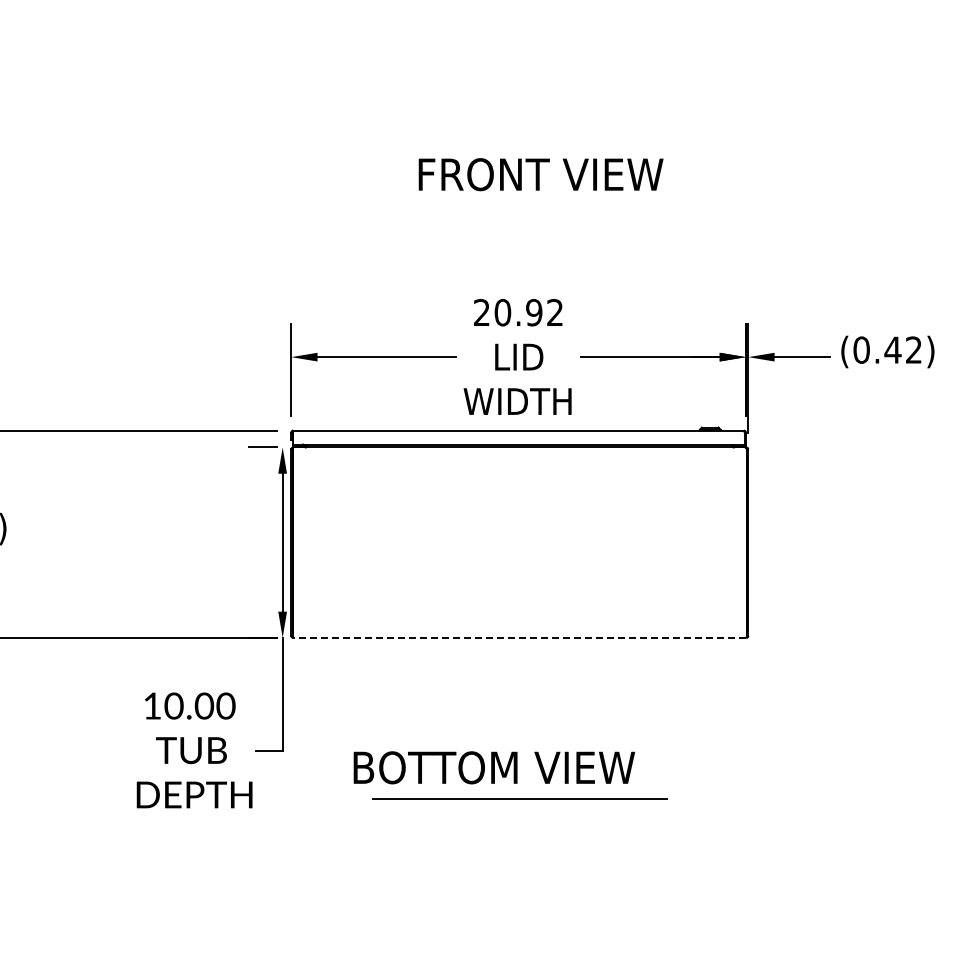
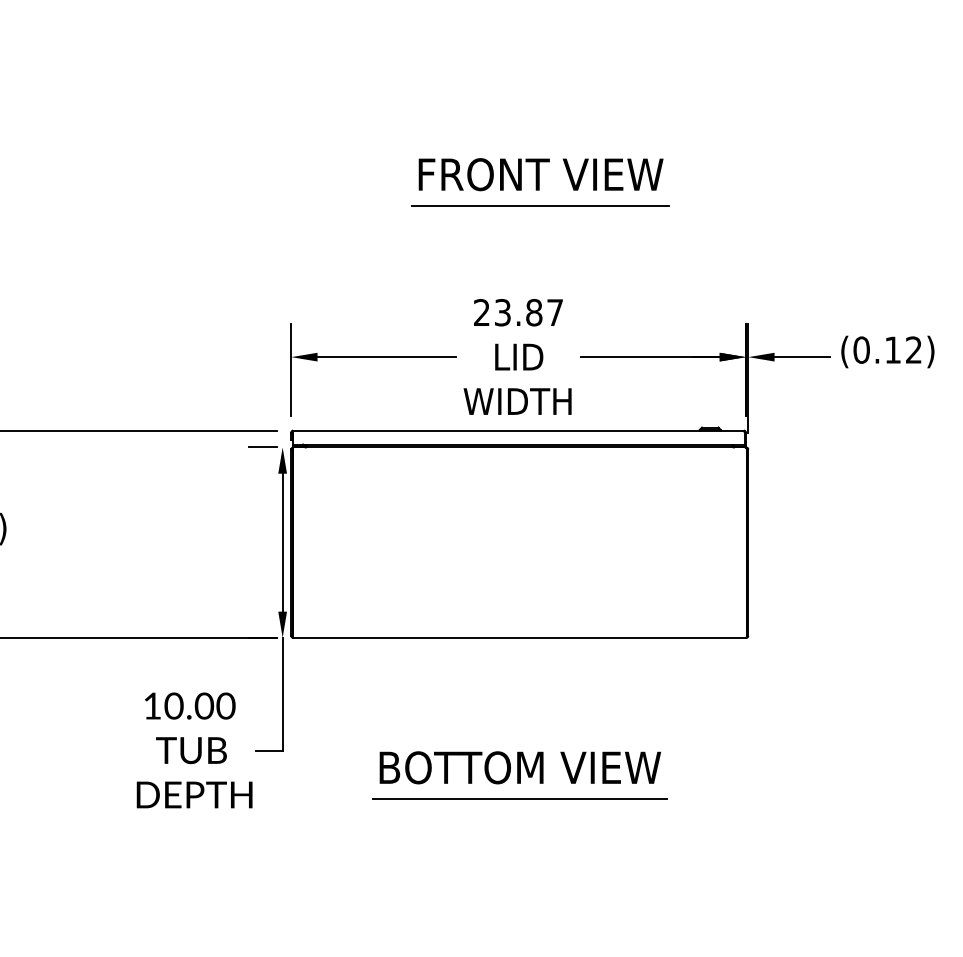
line at (539, 206): none -> present
text at (528, 312): 20.92 -> 23.87
text at (892, 349): (0.42) -> (0.12)
line at (519, 637): dashed -> solid
text at (493, 767) position: (493, 767) -> (519, 767)
